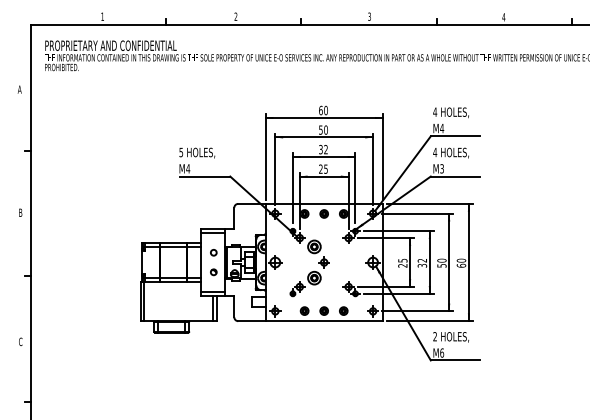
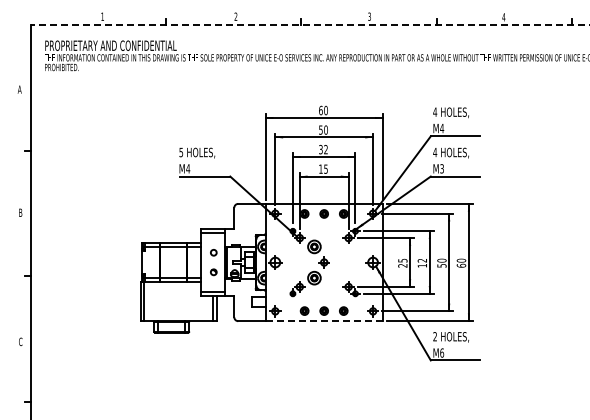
line at (309, 24): solid -> dashed
text at (320, 168): 25 -> 15
text at (422, 265): 32 -> 12
line at (324, 321): solid -> dashed
